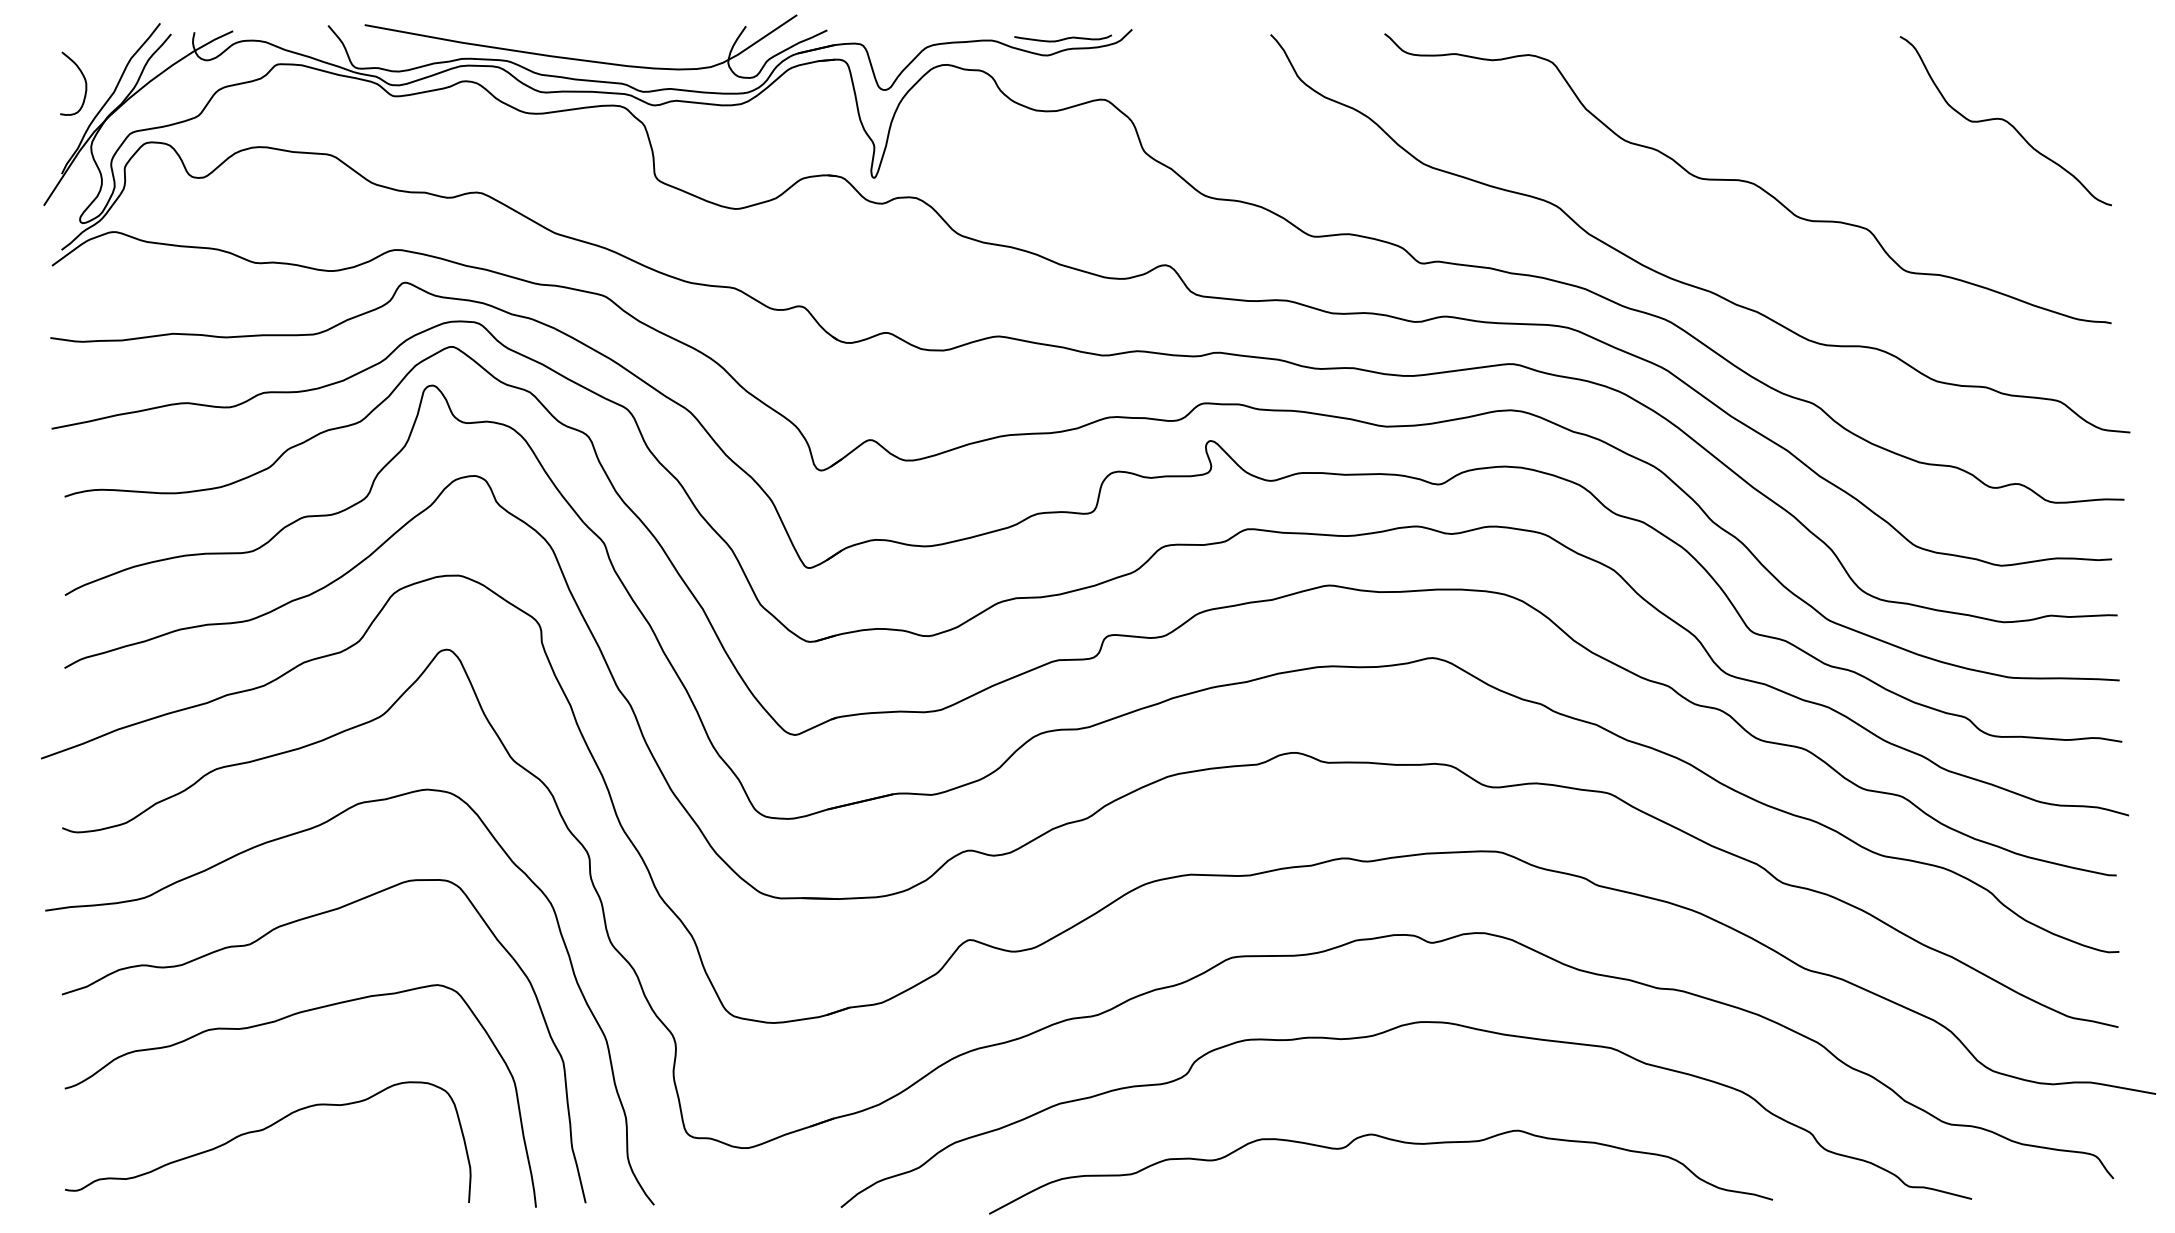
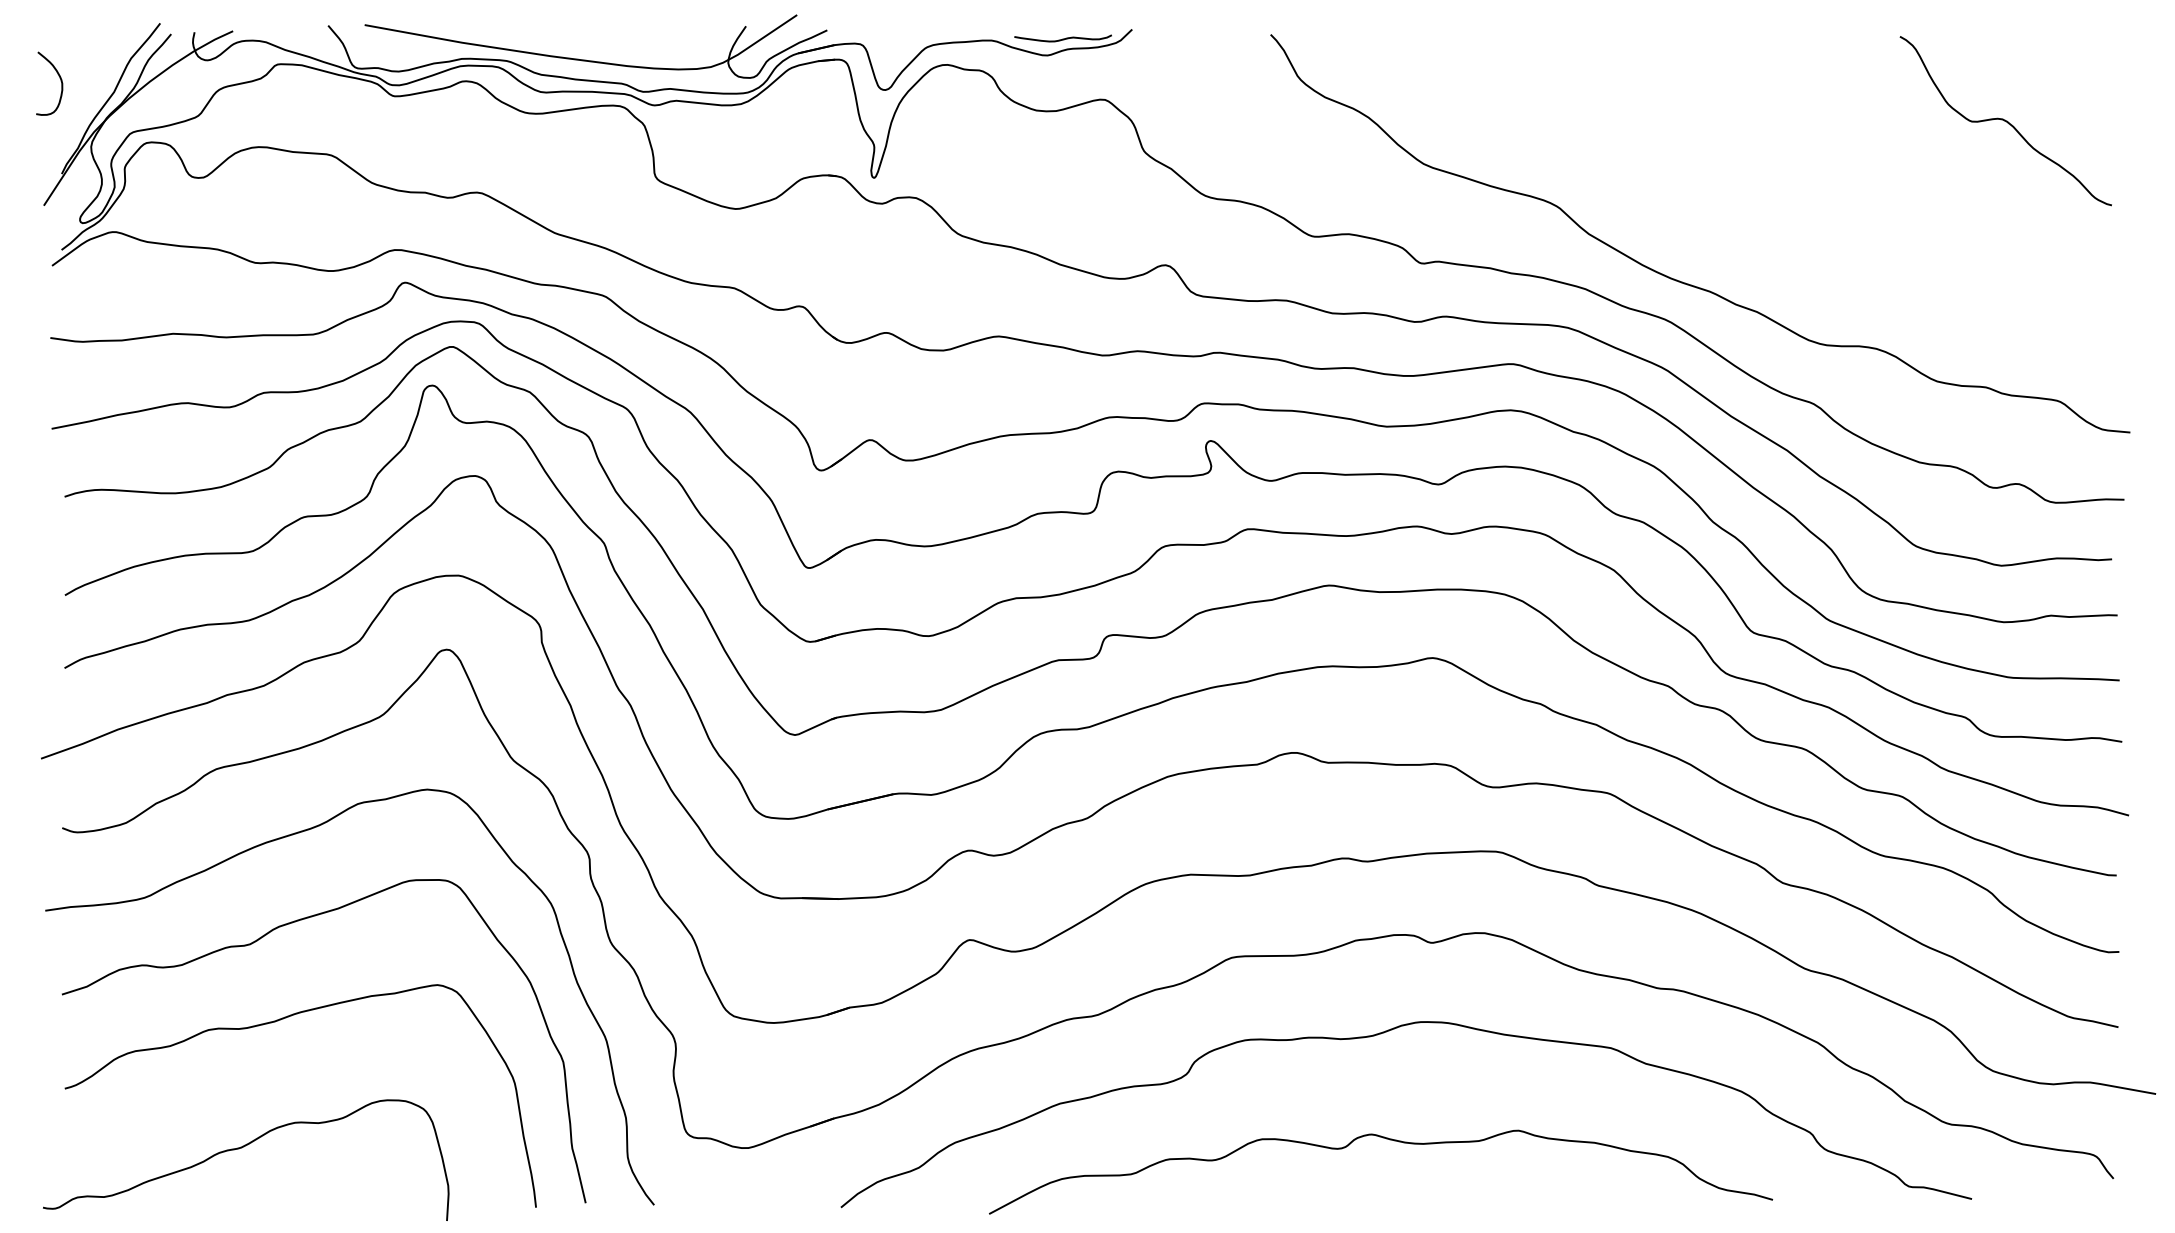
curve at (83, 78) position: (83, 78) -> (59, 78)
curve at (1746, 180): present -> none
curve at (263, 1130) position: (263, 1130) -> (241, 1148)
